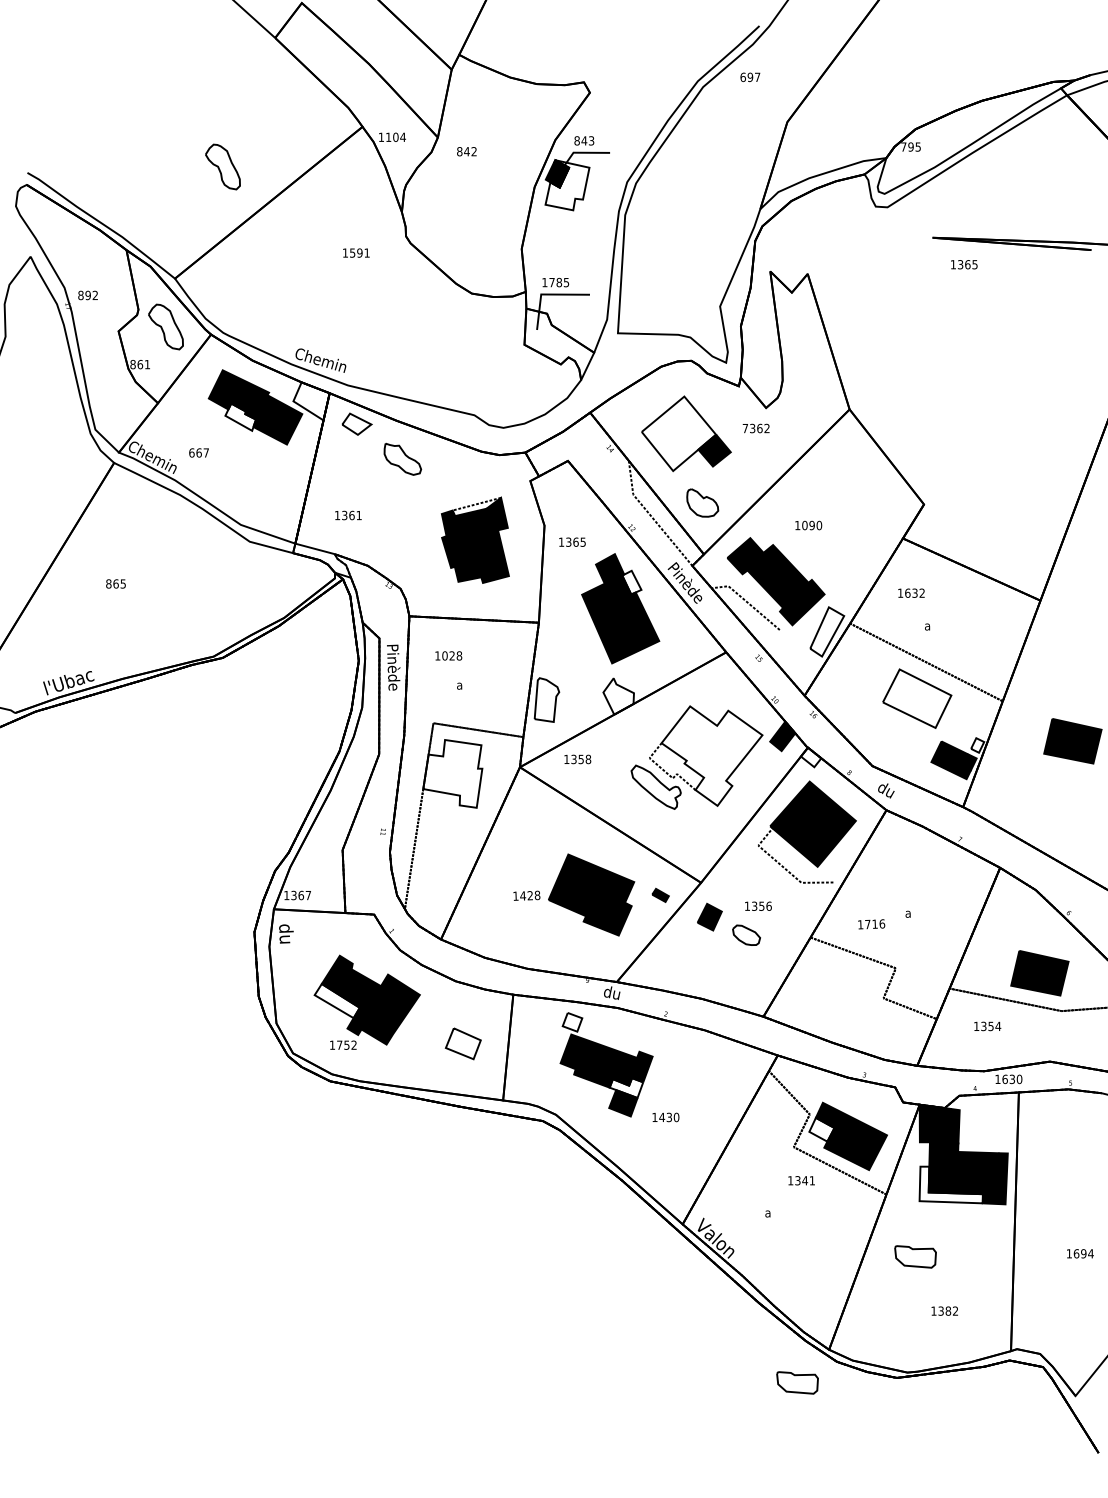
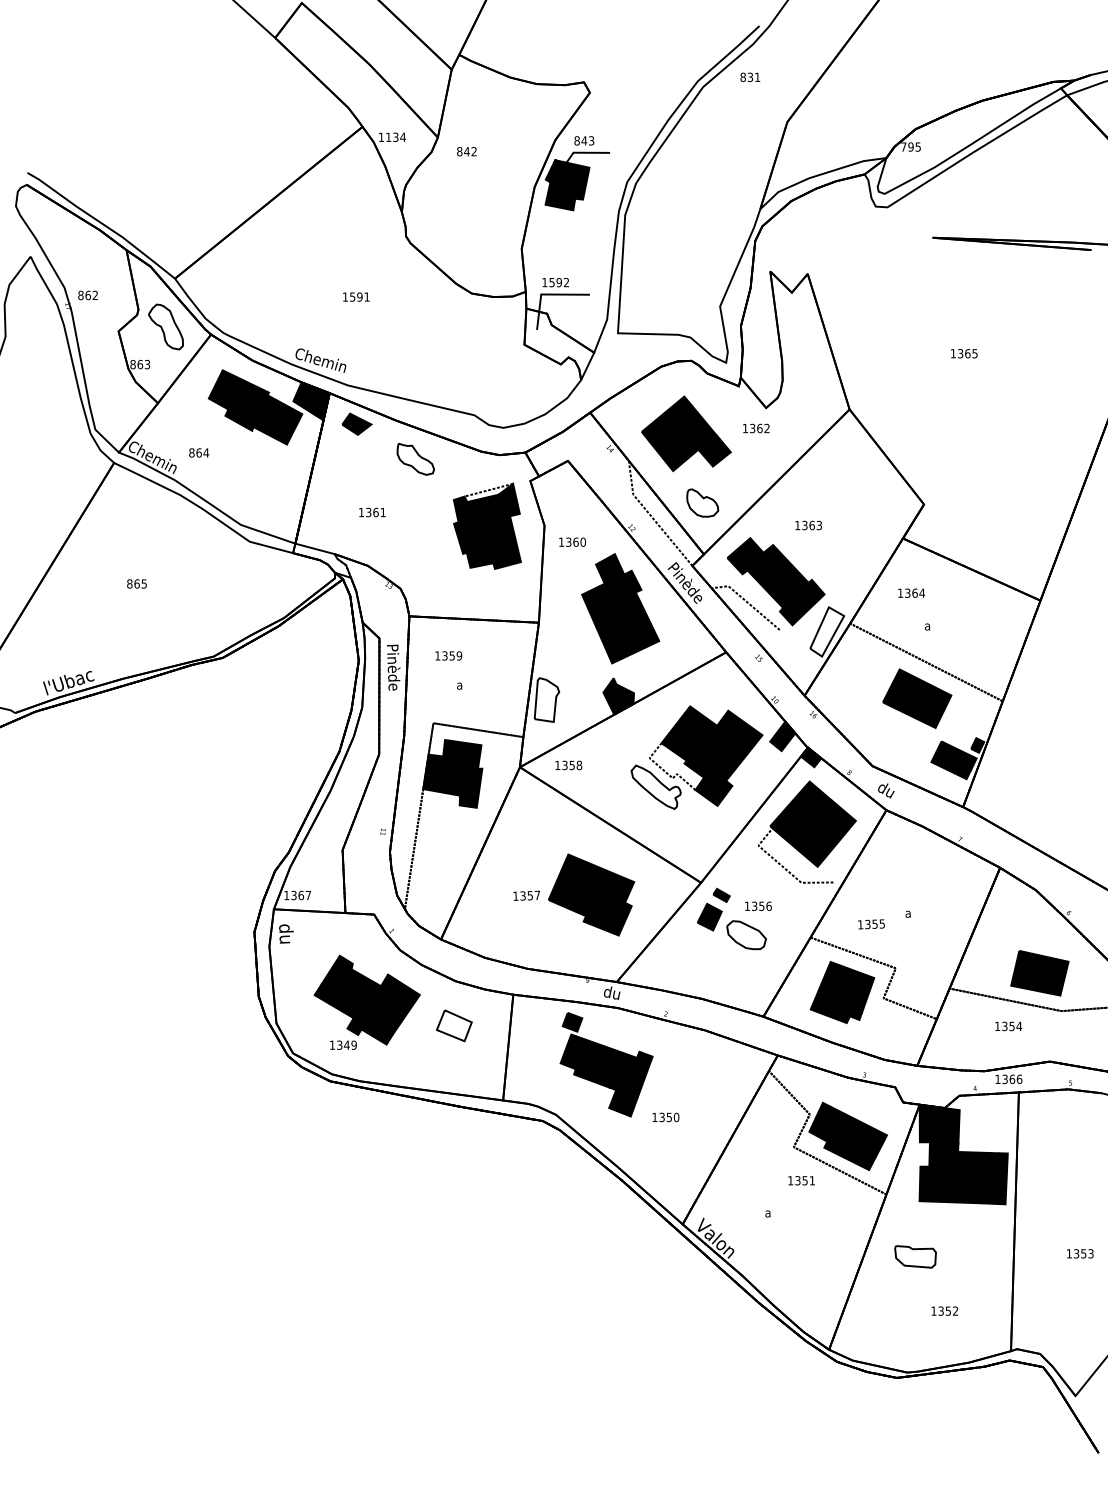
text at (750, 76): 697 -> 831
text at (395, 136): 1104 -> 1134
part at (222, 166): present -> none
fill at (567, 185): none -> present
text at (356, 252) position: (356, 252) -> (356, 296)
text at (964, 264) position: (964, 264) -> (964, 353)
text at (559, 282): 1785 -> 1592
text at (87, 295): 892 -> 862
text at (147, 364): 861 -> 863
fill at (311, 401): none -> present
fill at (240, 416): none -> present
fill at (356, 423): none -> present
text at (744, 428): 7362 -> 1362
fill at (678, 433): none -> present
text at (199, 452): 667 -> 864
part at (402, 458) position: (402, 458) -> (415, 458)
text at (348, 515) position: (348, 515) -> (372, 512)
text at (812, 525): 1090 -> 1363
part at (475, 539) position: (475, 539) -> (487, 525)
text at (582, 541): 1365 -> 1360
fill at (631, 582): none -> present
text at (115, 583) position: (115, 583) -> (136, 583)
text at (915, 592): 1632 -> 1364
text at (452, 655): 1028 -> 1359
fill at (618, 696): none -> present
fill at (916, 698): none -> present
part at (1072, 741): present -> none
fill at (977, 745): none -> present
fill at (711, 755): none -> present
fill at (810, 757): none -> present
text at (577, 759) position: (577, 759) -> (568, 765)
fill at (452, 773): none -> present
part at (660, 894) position: (660, 894) -> (721, 894)
text at (530, 895): 1428 -> 1357
text at (875, 924): 1716 -> 1355
part at (746, 934) size: 29x22 px -> 41x31 px
part at (842, 992): none -> present
fill at (336, 1000): none -> present
fill at (572, 1021): none -> present
text at (987, 1026) position: (987, 1026) -> (1008, 1026)
part at (462, 1043) position: (462, 1043) -> (453, 1025)
text at (346, 1044): 1752 -> 1349
text at (1012, 1079): 1630 -> 1366
fill at (626, 1088): none -> present
text at (665, 1117): 1430 -> 1350
fill at (821, 1129): none -> present
text at (805, 1180): 1341 -> 1351
fill at (950, 1184): none -> present
text at (1083, 1253): 1694 -> 1353
text at (948, 1310): 1382 -> 1352
part at (797, 1382): present -> none
